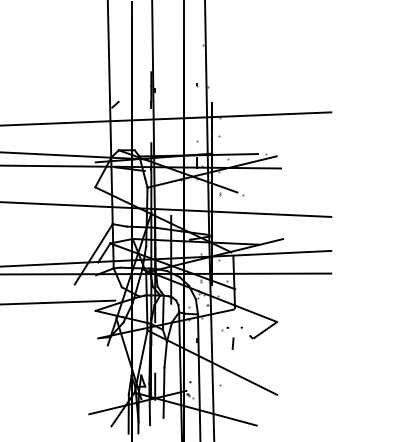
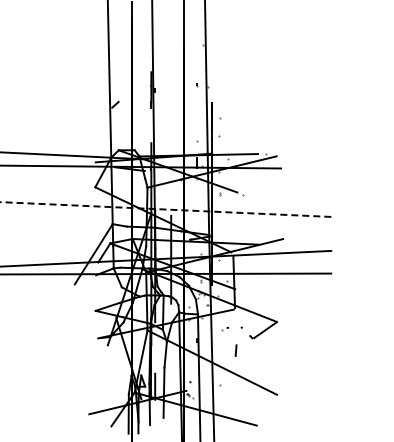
line at (166, 118): present -> none
line at (165, 209): solid -> dashed
line at (58, 302): present -> none
line at (232, 343) position: (232, 343) -> (235, 350)
